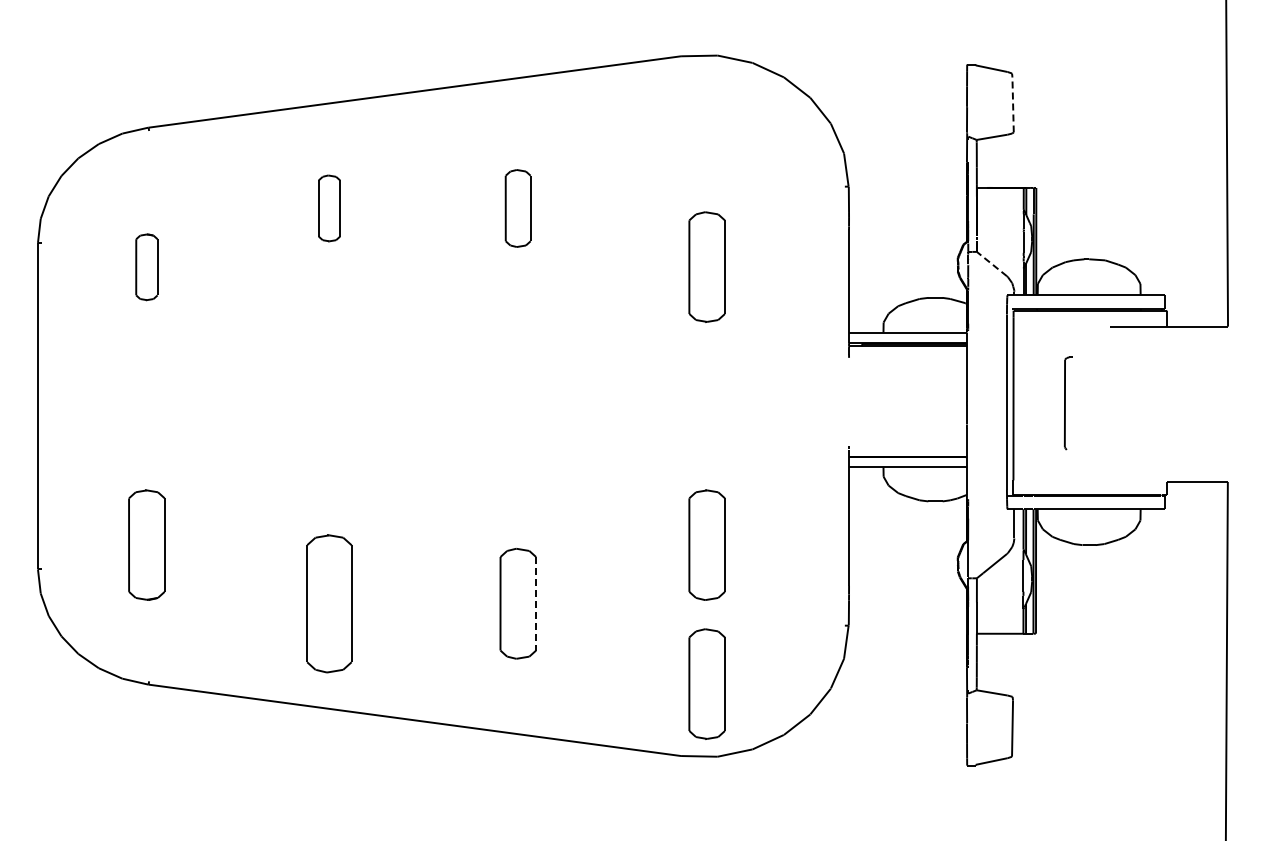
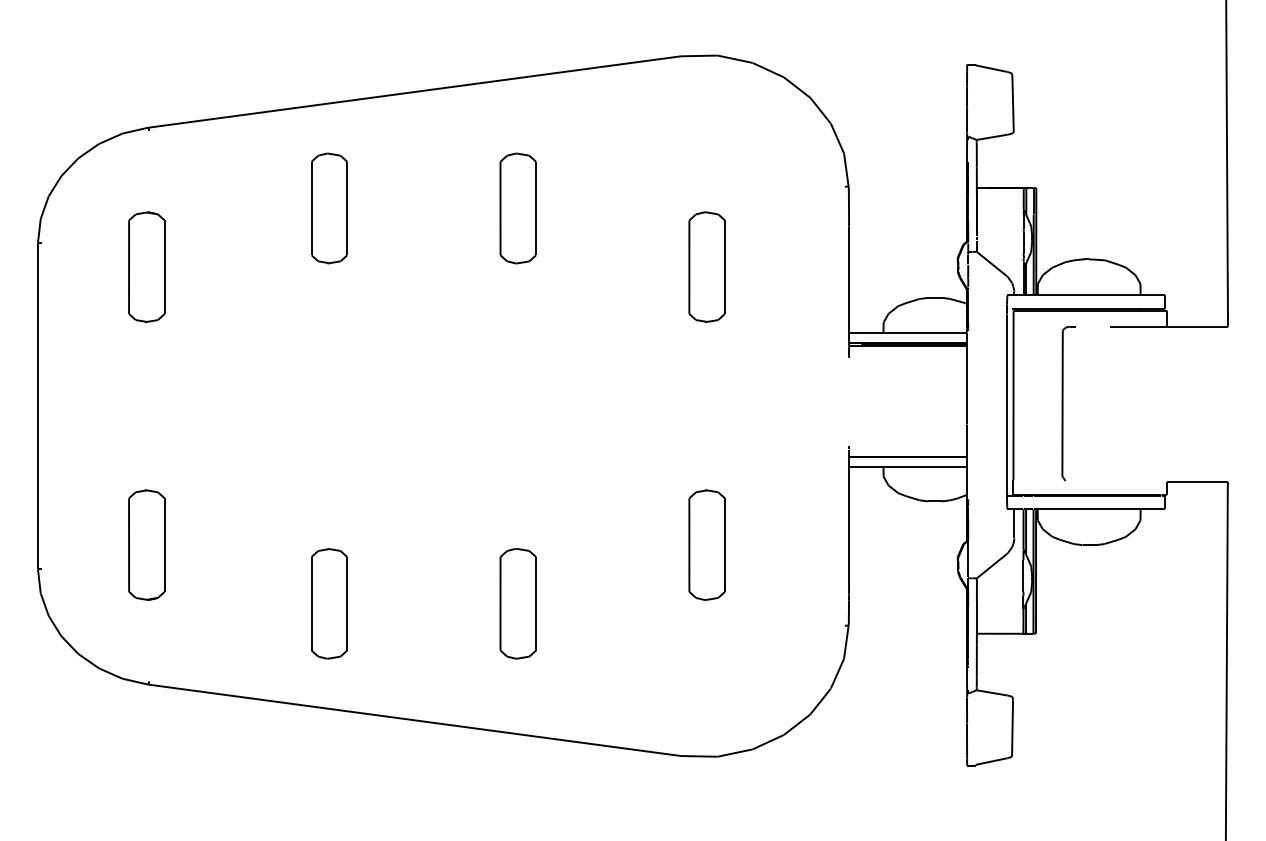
line at (1013, 104): dashed -> solid
part at (329, 208) size: 23x69 px -> 37x113 px
part at (517, 208) size: 28x79 px -> 38x113 px
line at (991, 263): dashed -> solid
part at (146, 267) size: 24x69 px -> 38x113 px
part at (1068, 403) size: 9x95 px -> 15x157 px
part at (329, 603) size: 47x140 px -> 37x112 px
line at (536, 603): dashed -> solid
part at (706, 683): present -> none
